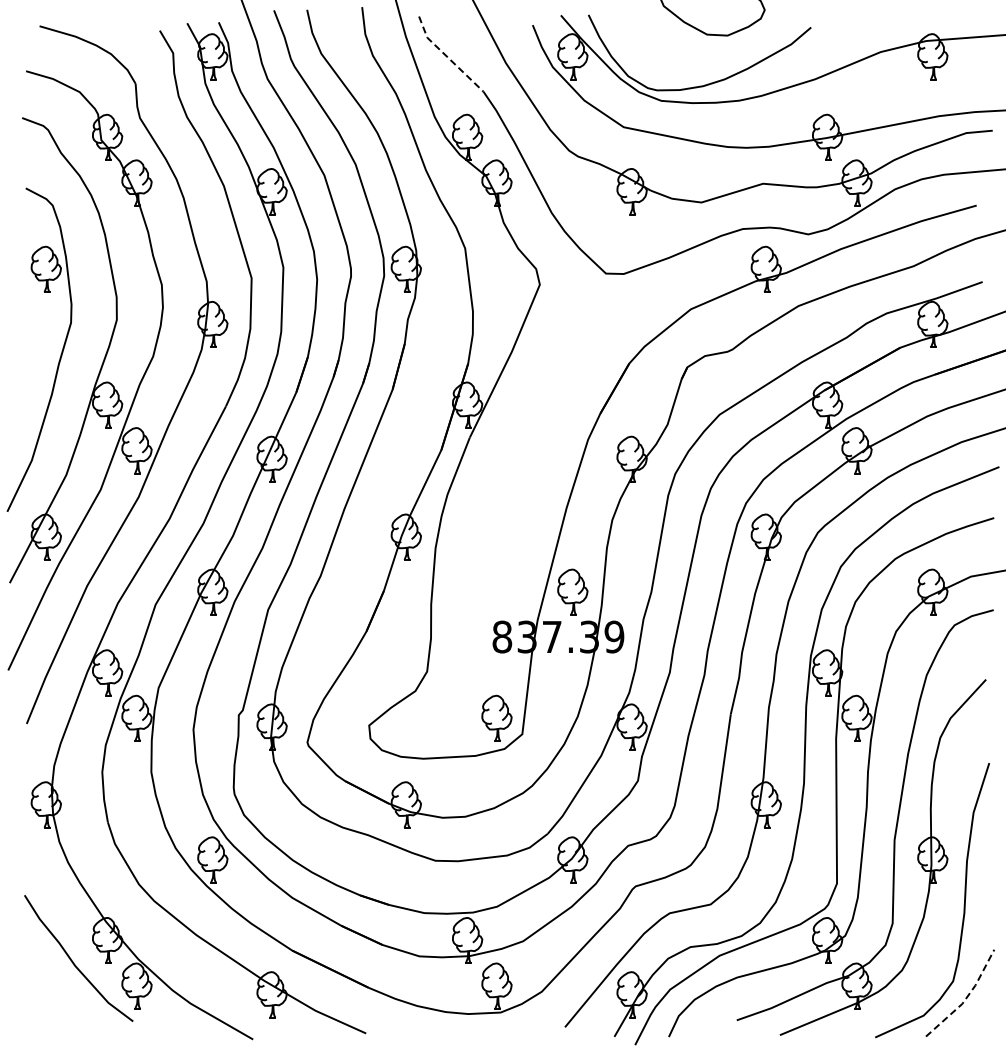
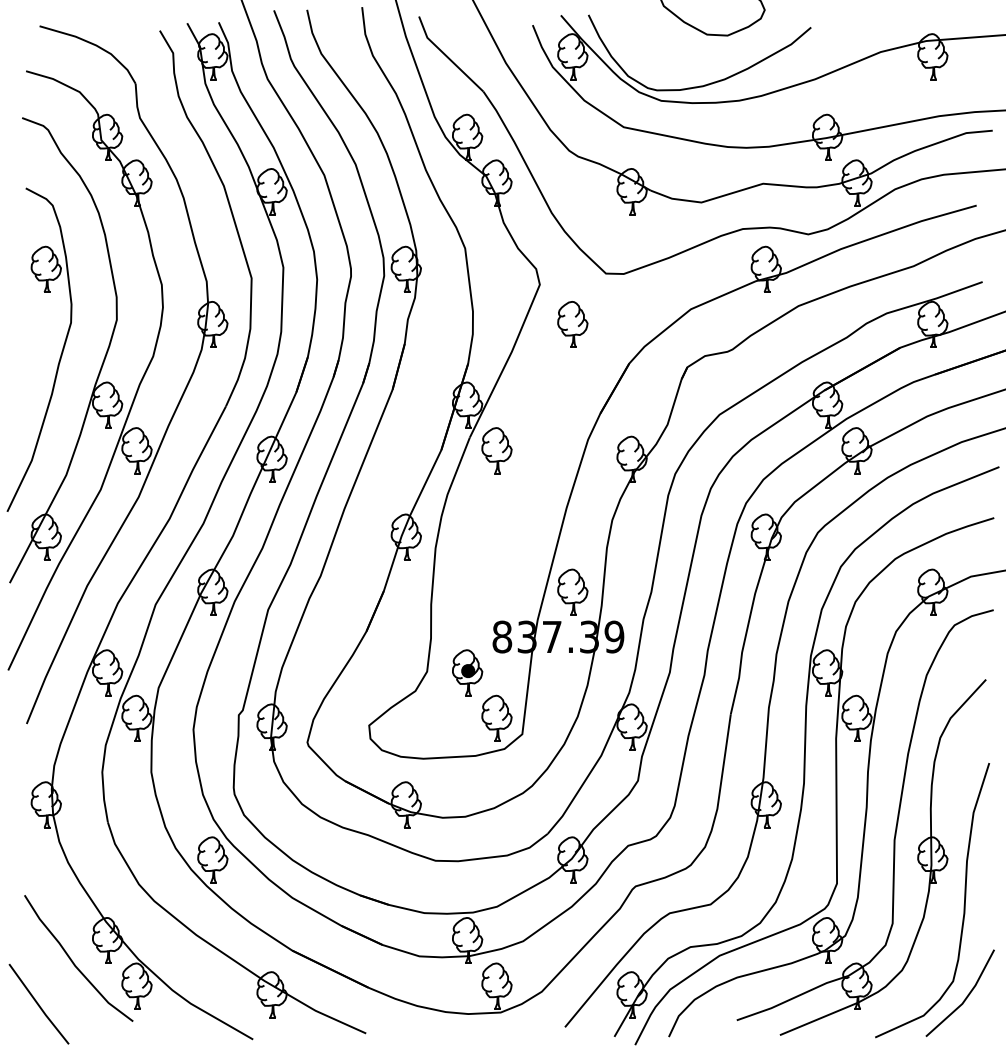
line at (446, 56): dashed -> solid
part at (572, 324): none -> present
part at (496, 450): none -> present
part at (467, 672): none -> present
line at (966, 997): dashed -> solid
line at (38, 1003): none -> present
